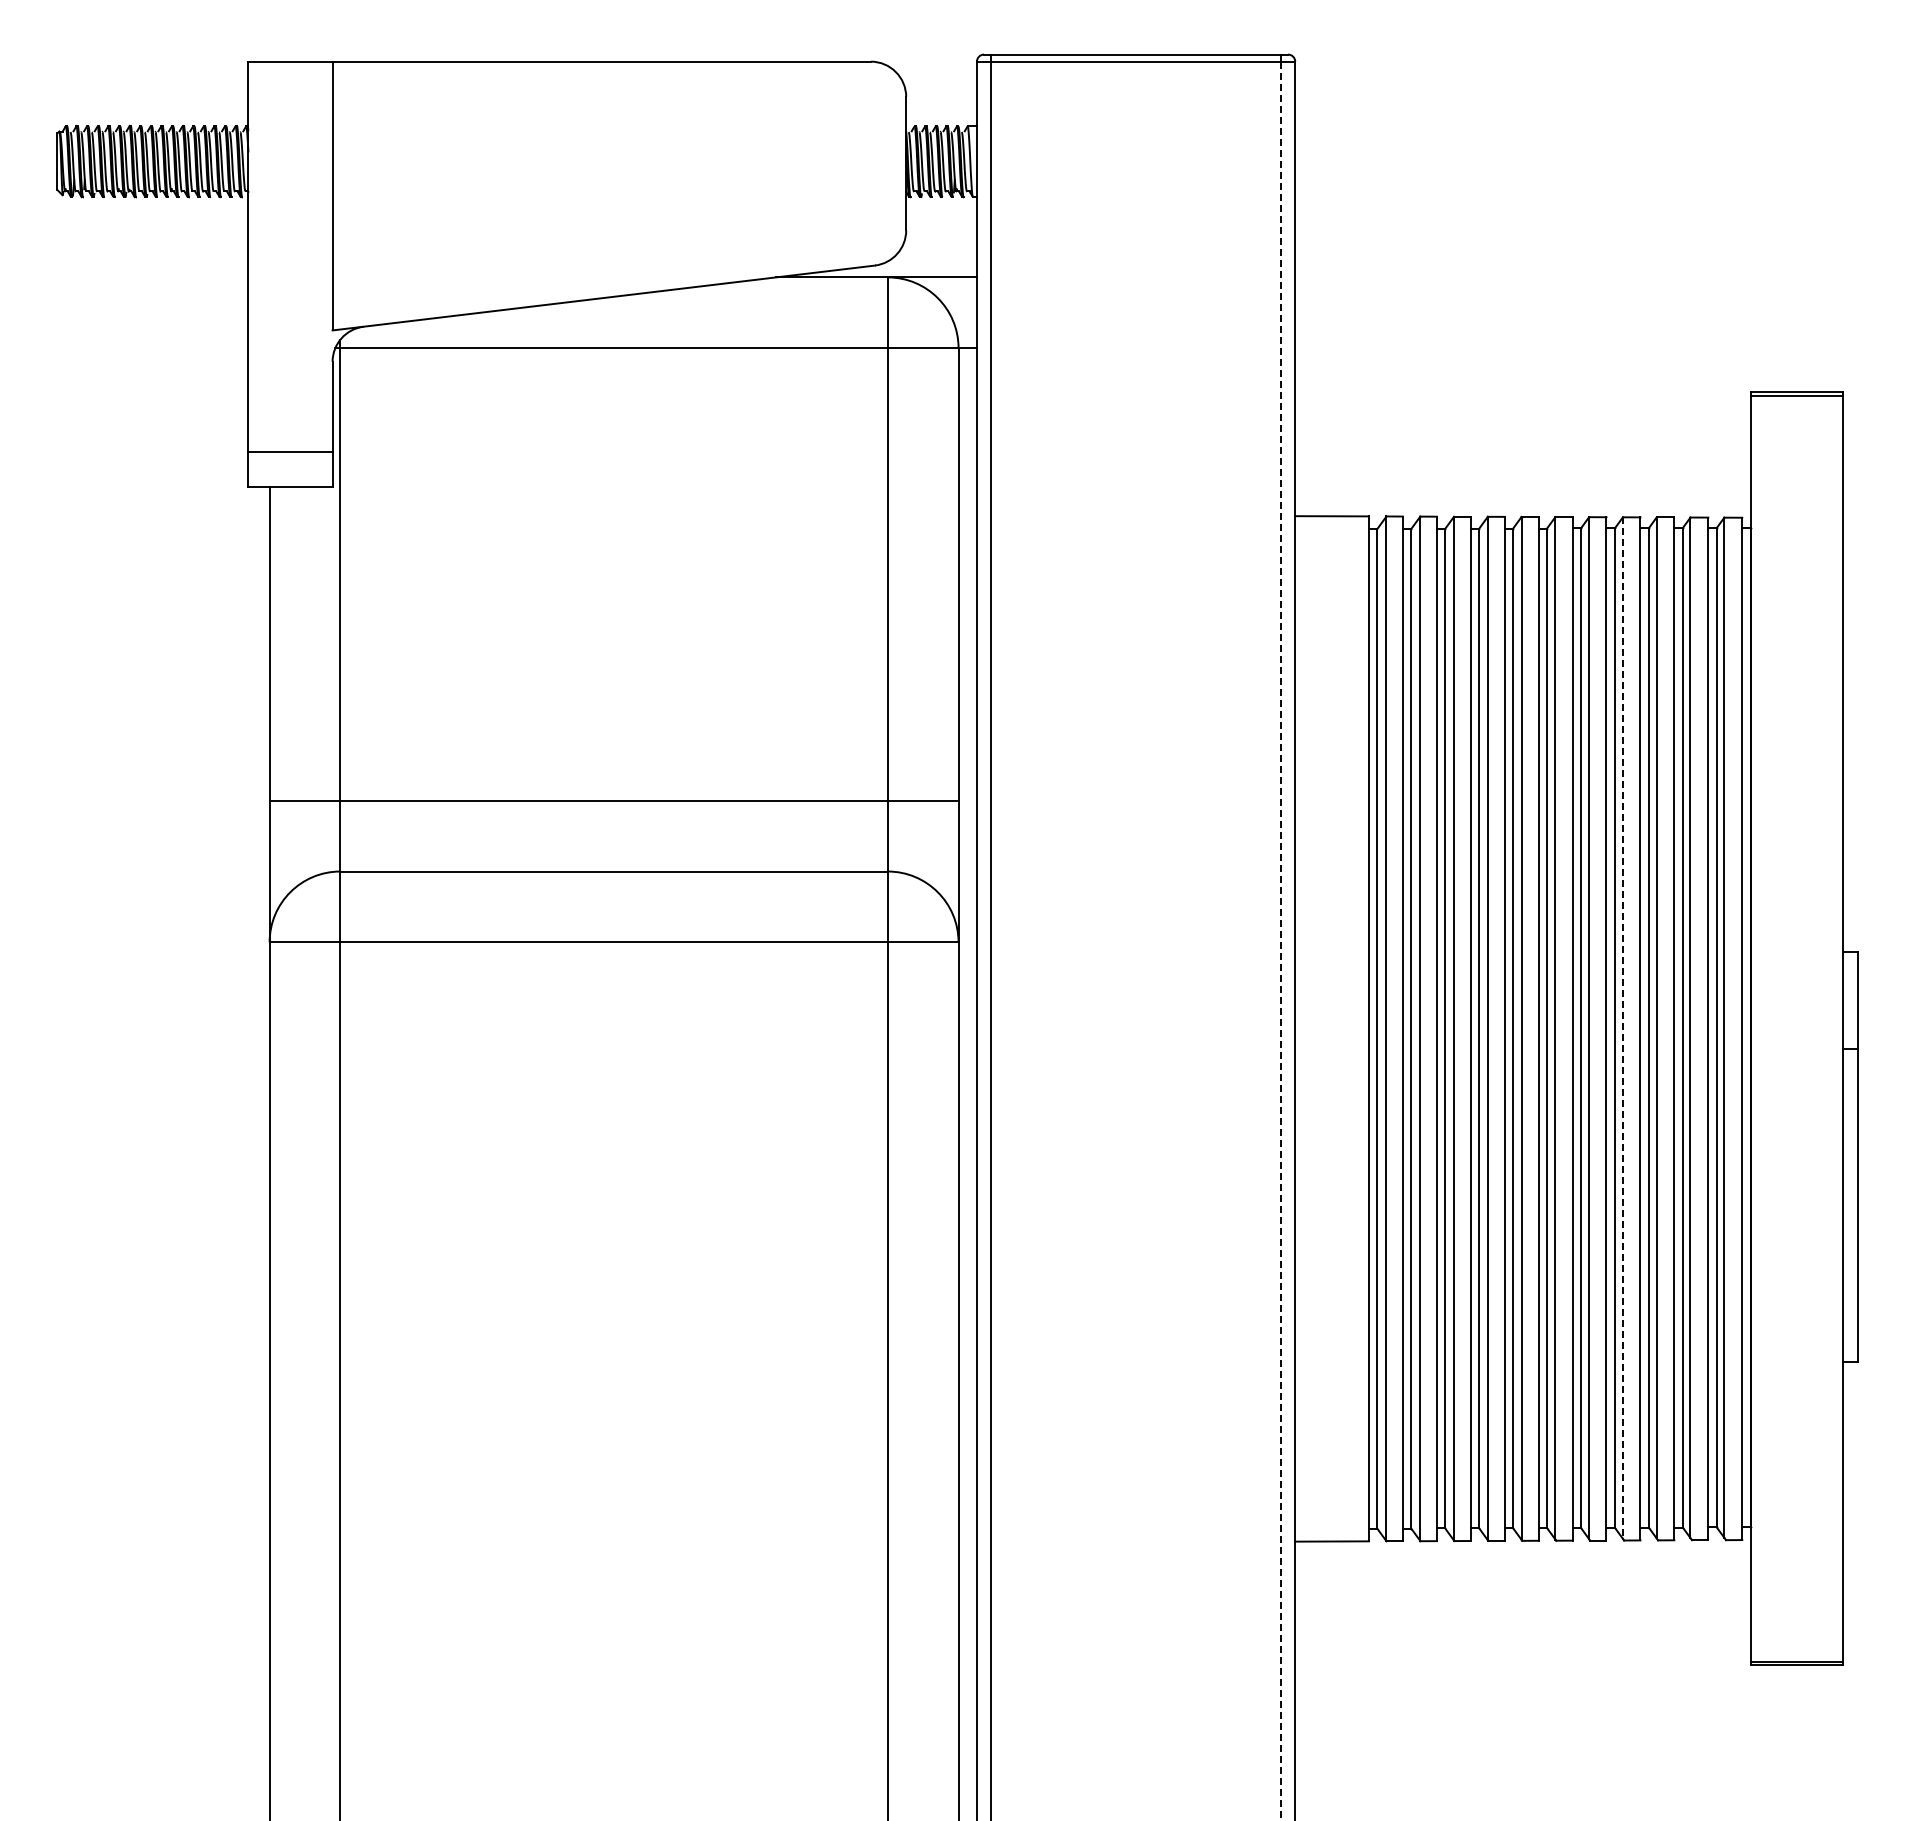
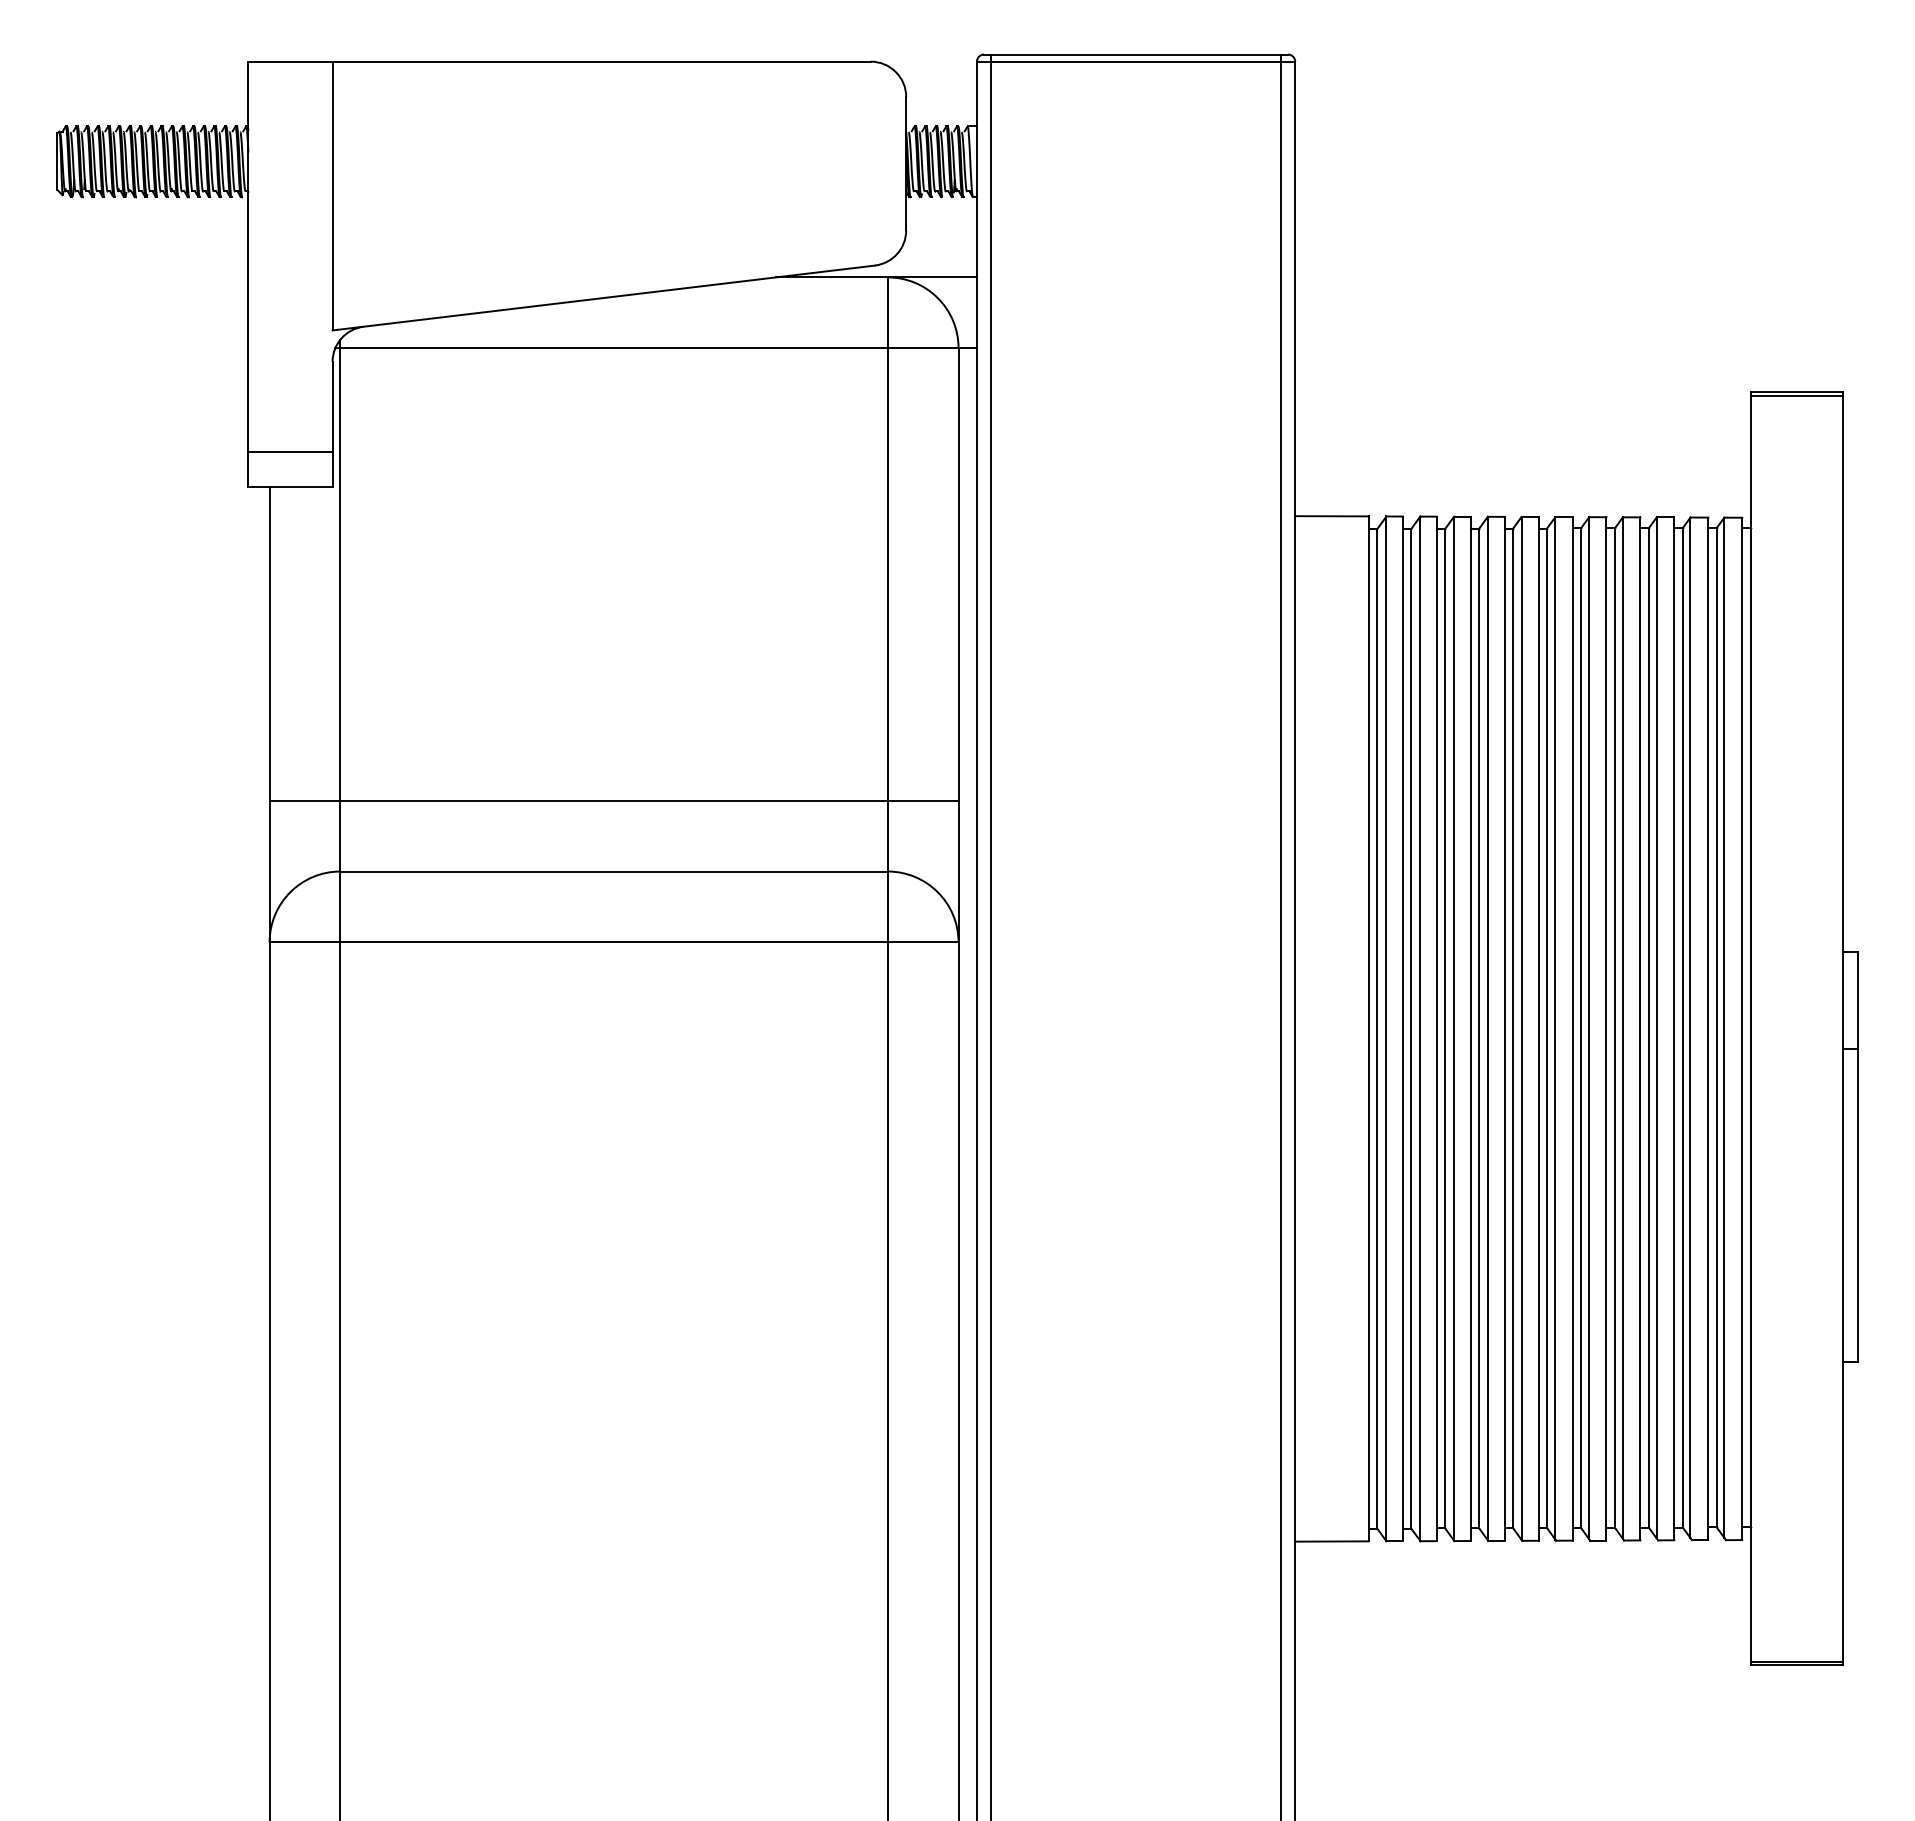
line at (1281, 941): dashed -> solid
line at (1622, 1028): dashed -> solid
